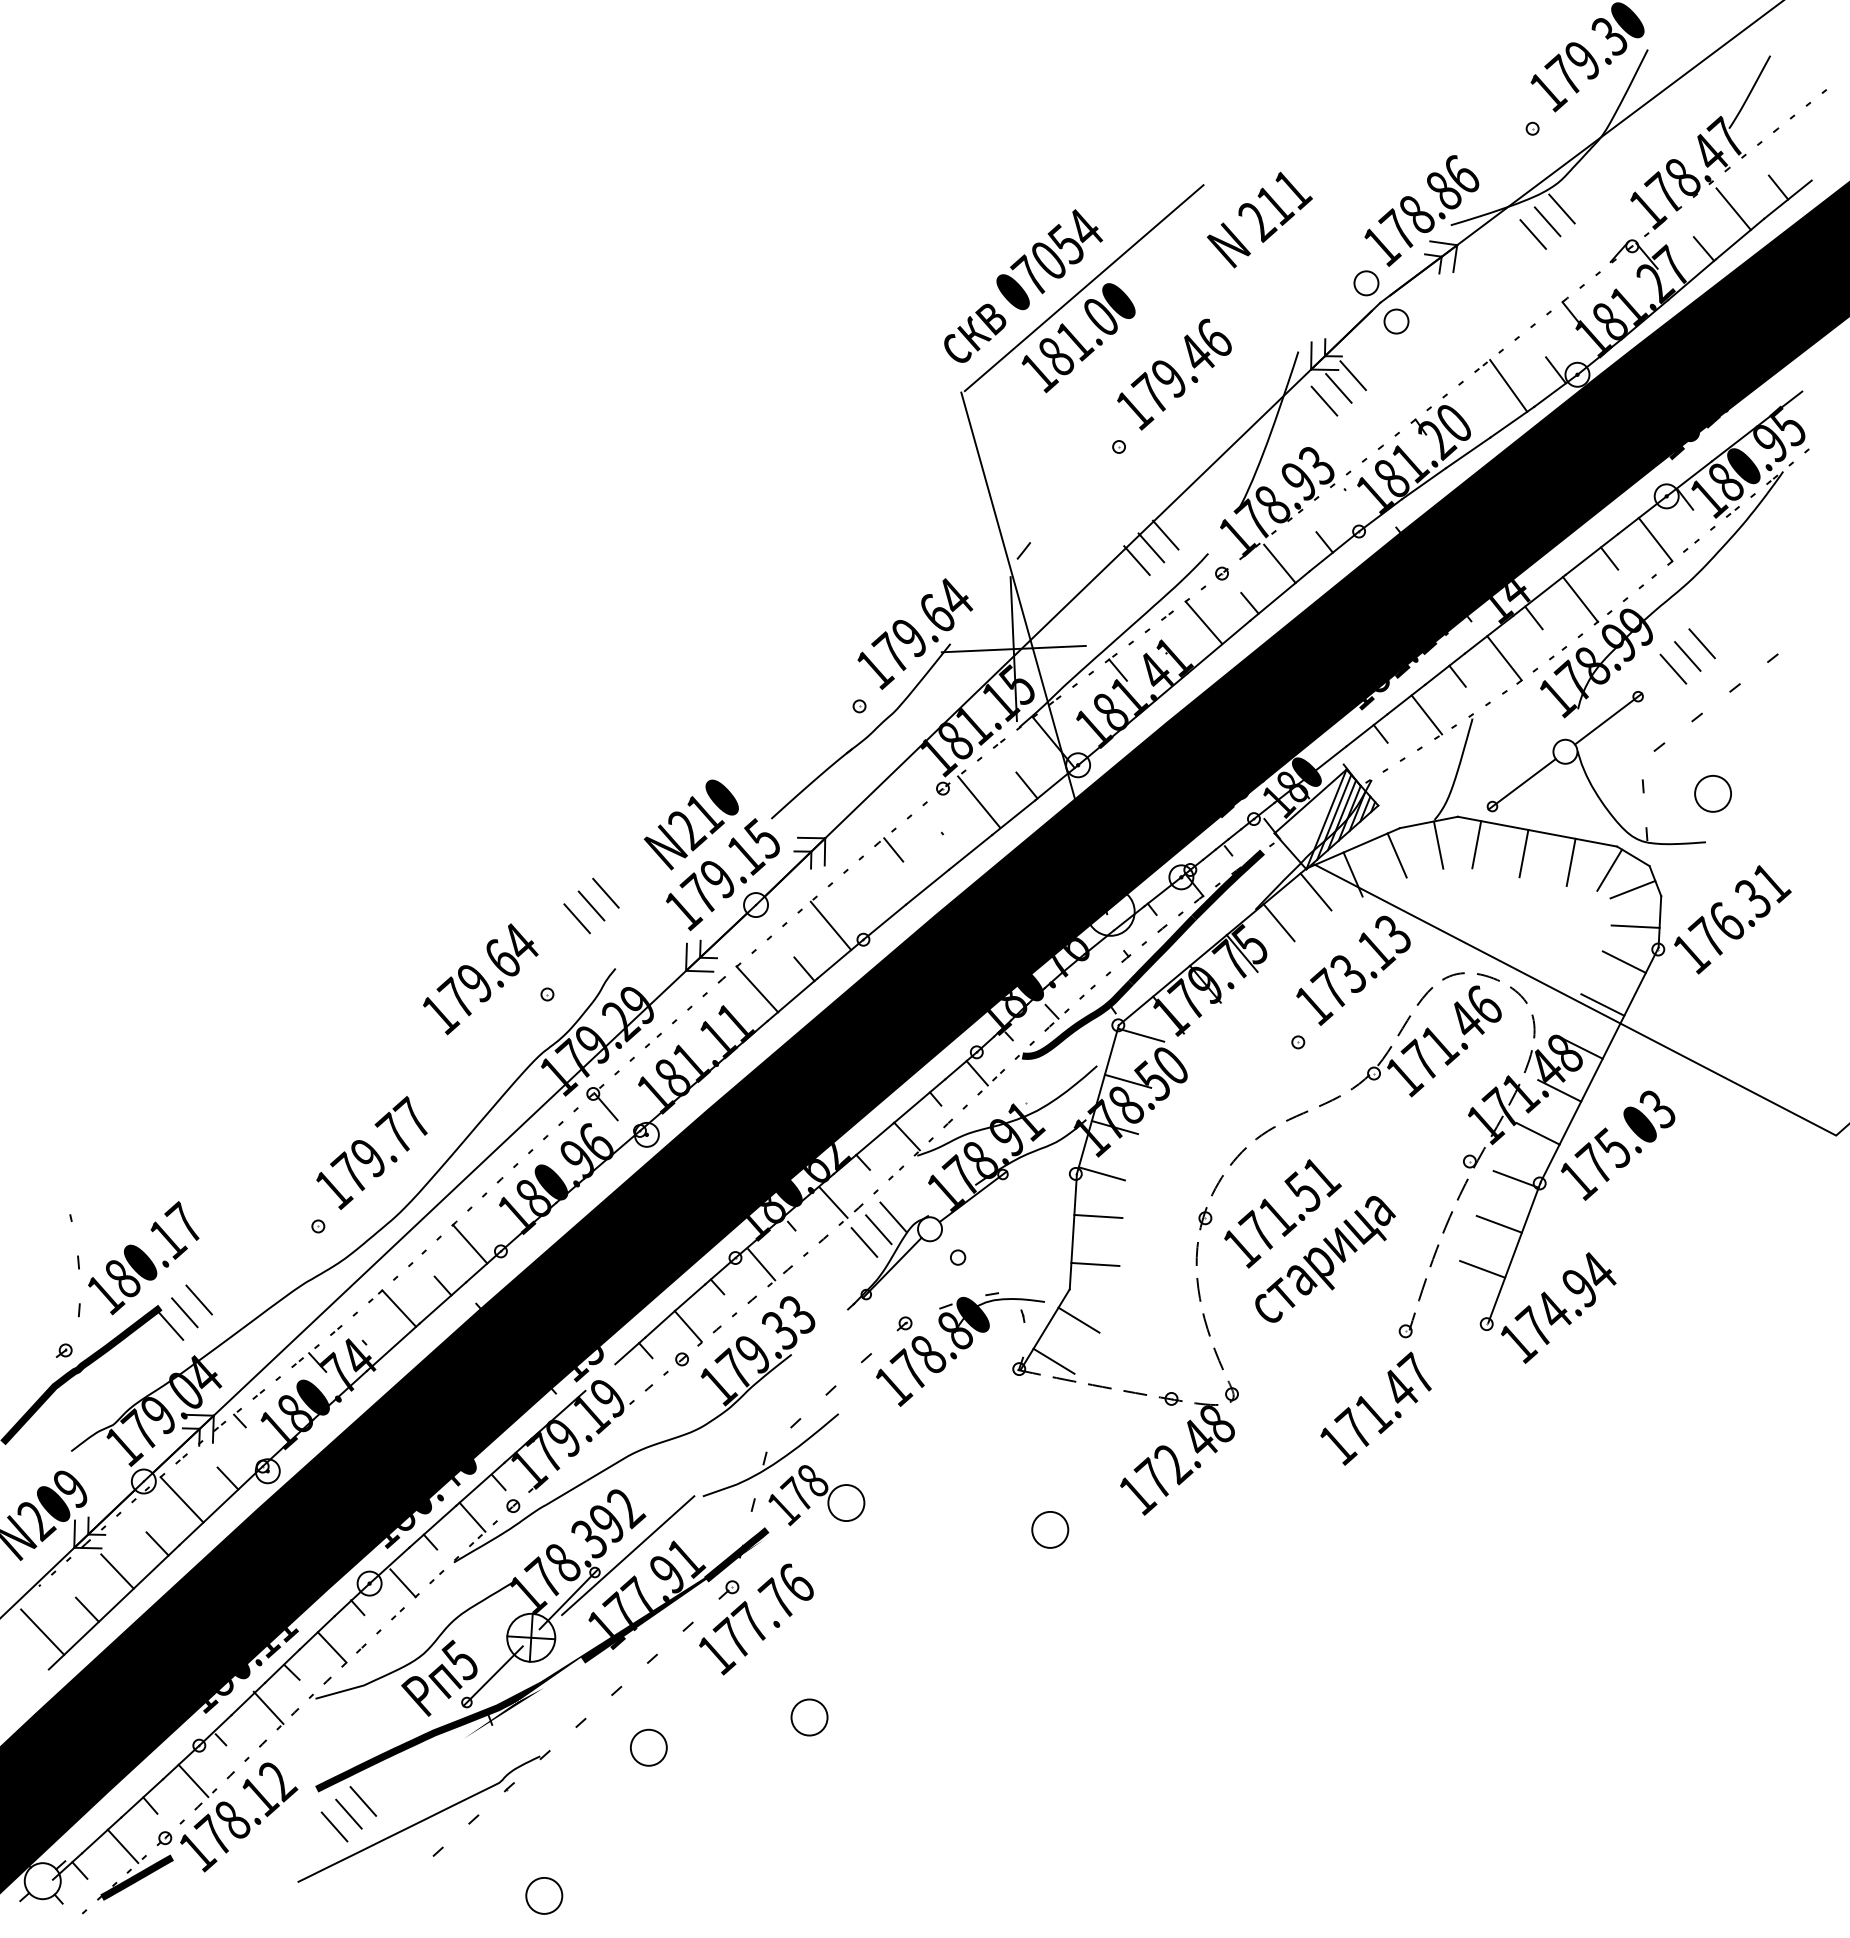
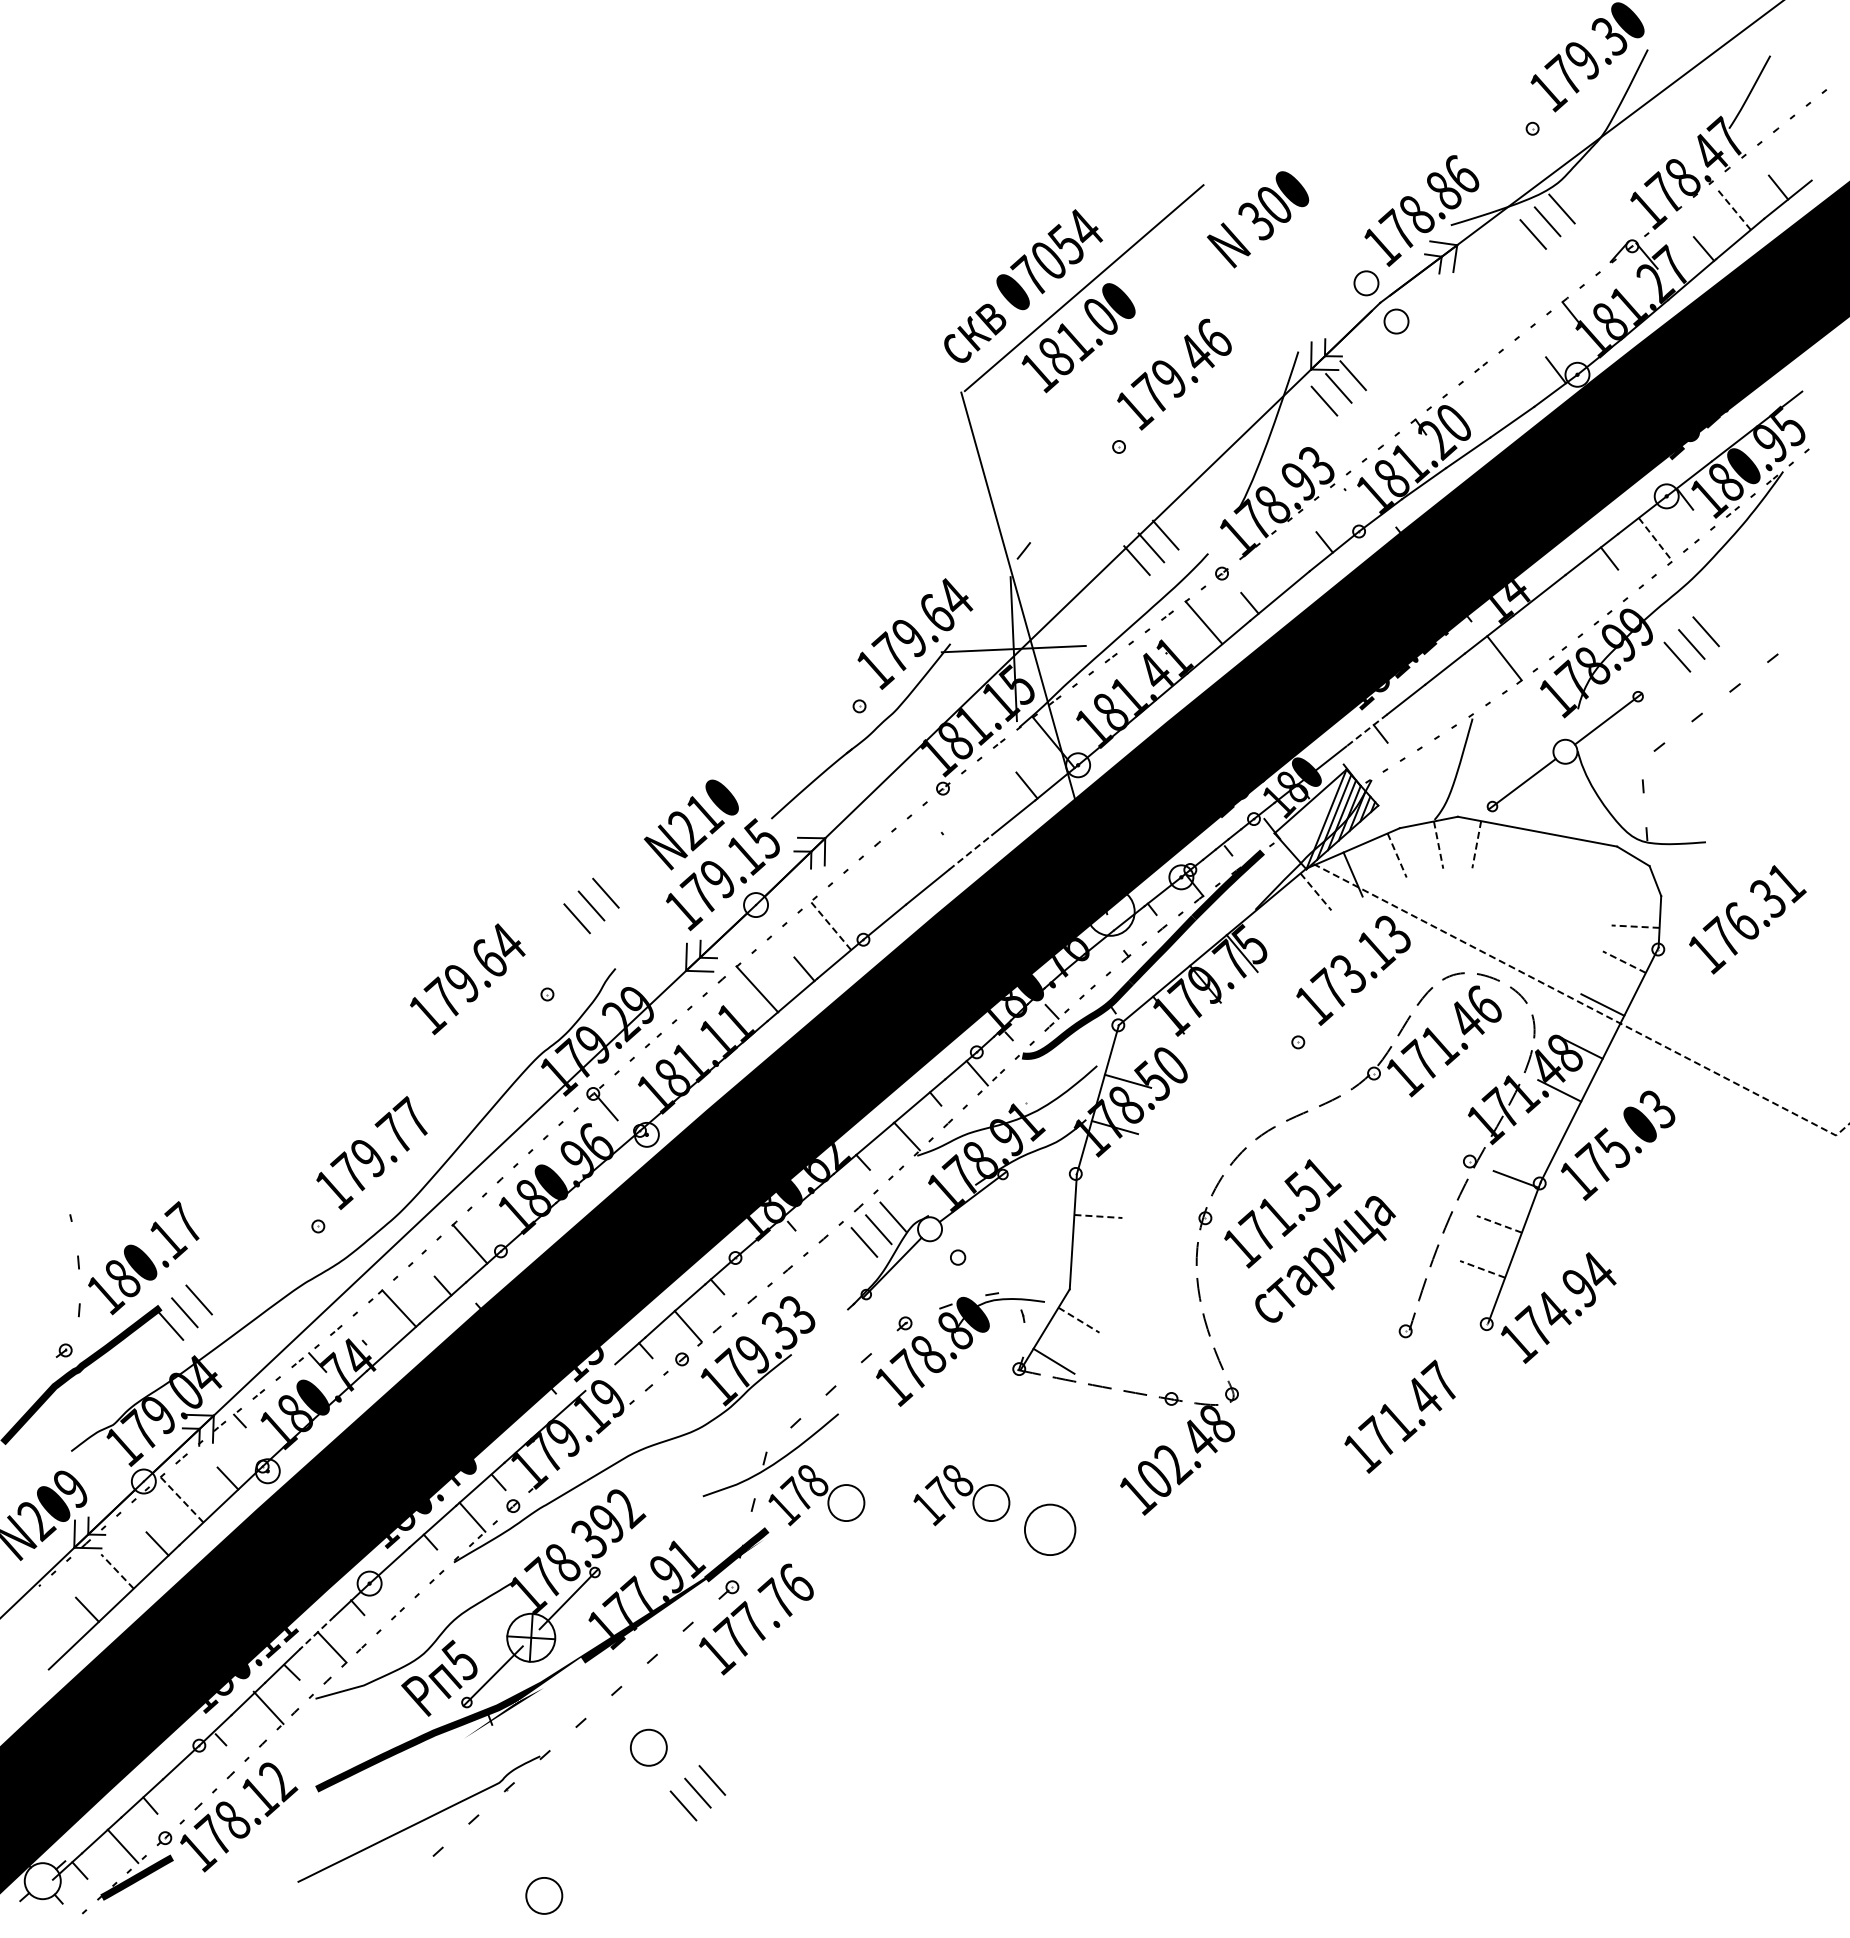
text at (1275, 206): 211 -> 300
line at (1733, 208): solid -> dashed
line at (1508, 385): present -> none
line at (1655, 540): solid -> dashed
line at (1279, 563): present -> none
line at (1579, 599): present -> none
line at (1533, 617): present -> none
part at (1687, 656) position: (1687, 656) -> (1691, 644)
line at (1117, 669): present -> none
line at (1457, 675): present -> none
line at (1426, 714): present -> none
line at (1366, 730): solid -> dashed
part at (1712, 793): present -> none
line at (979, 801): present -> none
line at (1438, 845): solid -> dashed
line at (1476, 845): solid -> dashed
line at (893, 849): present -> none
line at (970, 852): solid -> dashed
line at (1523, 853): present -> none
line at (1397, 855): solid -> dashed
line at (1570, 862): present -> none
line at (1609, 869): present -> none
line at (1632, 889): present -> none
line at (1316, 892): solid -> dashed
text at (1732, 919) position: (1732, 919) -> (1747, 919)
line at (1278, 922): present -> none
line at (830, 925): solid -> dashed
line at (1635, 926): solid -> dashed
line at (1623, 961): solid -> dashed
text at (480, 979) position: (480, 979) -> (467, 979)
line at (1583, 1004): solid -> dashed
line at (1140, 1034): present -> none
line at (1537, 1133): present -> none
line at (1101, 1173): present -> none
line at (833, 1202): present -> none
line at (1098, 1216): solid -> dashed
line at (1498, 1224): solid -> dashed
line at (1095, 1263): present -> none
line at (761, 1264): present -> none
line at (1482, 1269): solid -> dashed
line at (1079, 1320): solid -> dashed
text at (1375, 1408) position: (1375, 1408) -> (1399, 1416)
text at (1152, 1476): 172.48 -> 102.48
part at (961, 1495): none -> present
line at (181, 1499): solid -> dashed
part at (1050, 1529) size: 39x38 px -> 53x53 px
line at (628, 1555): present -> none
line at (117, 1571): solid -> dashed
line at (402, 1583): present -> none
line at (42, 1631): present -> none
line at (316, 1633): solid -> dashed
part at (809, 1717): present -> none
line at (193, 1780): present -> none
part at (348, 1814) position: (348, 1814) -> (697, 1793)
